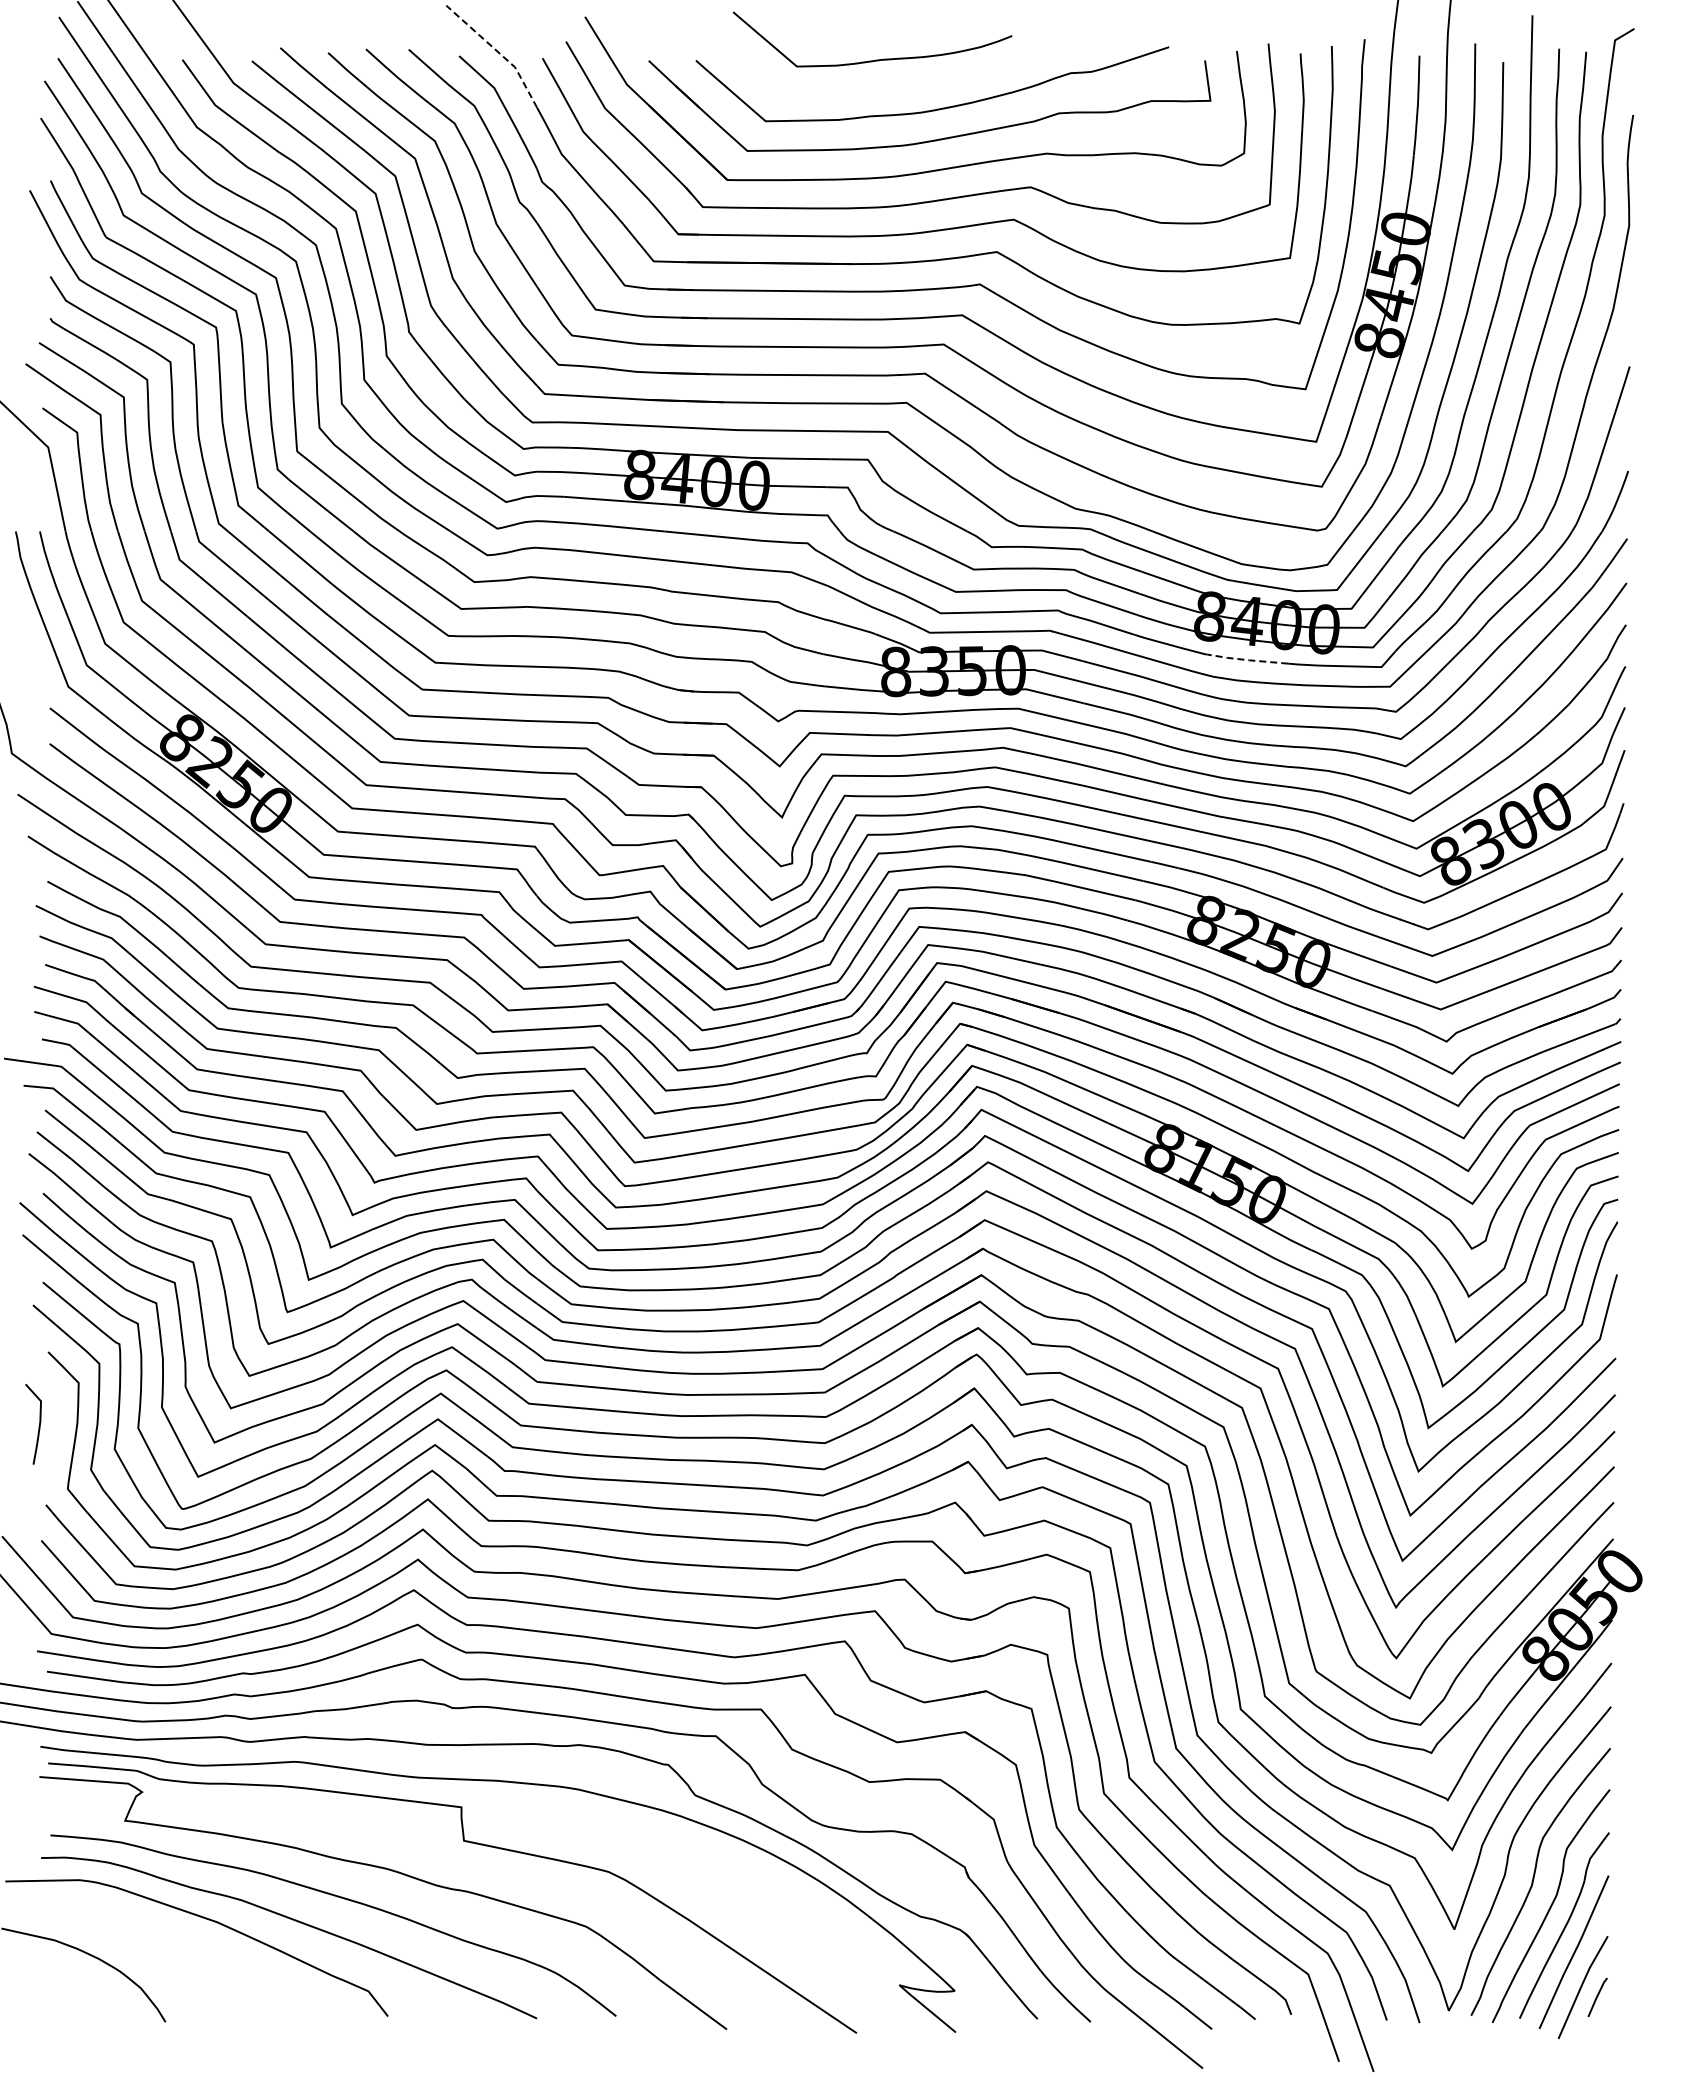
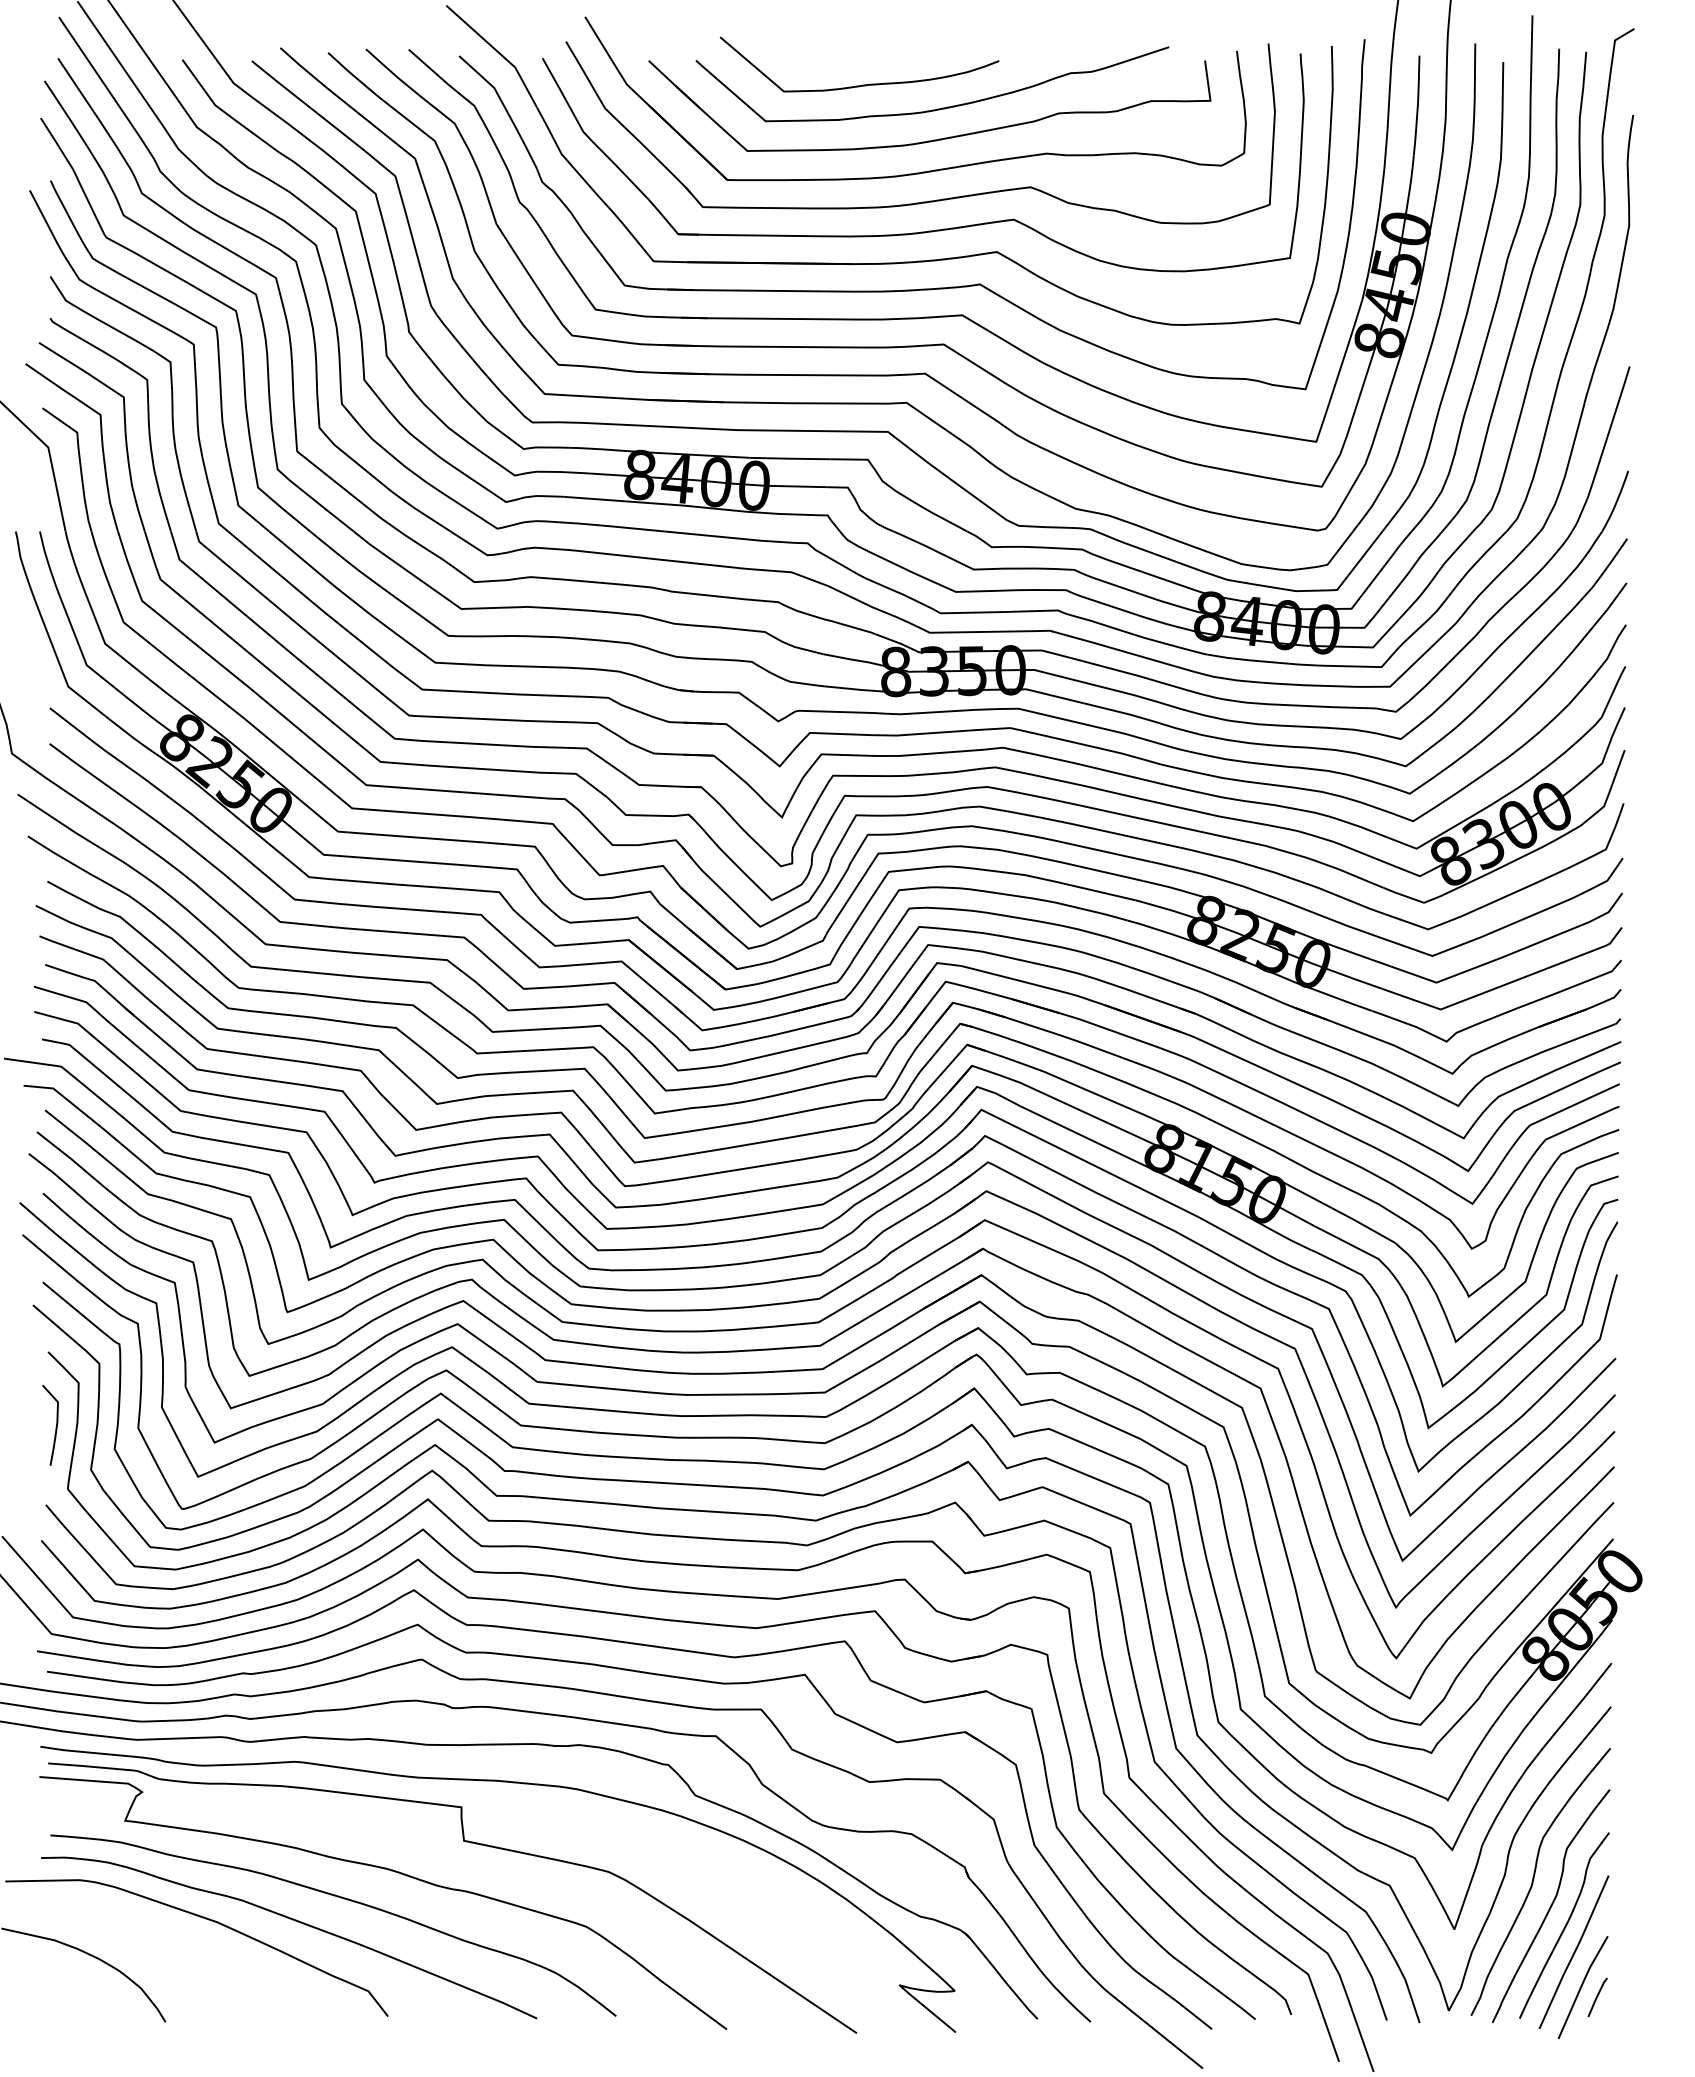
line at (498, 52): dashed -> solid
curve at (875, 59) position: (875, 59) -> (862, 84)
line at (1246, 660): dashed -> solid
curve at (38, 1425) position: (38, 1425) -> (55, 1426)
